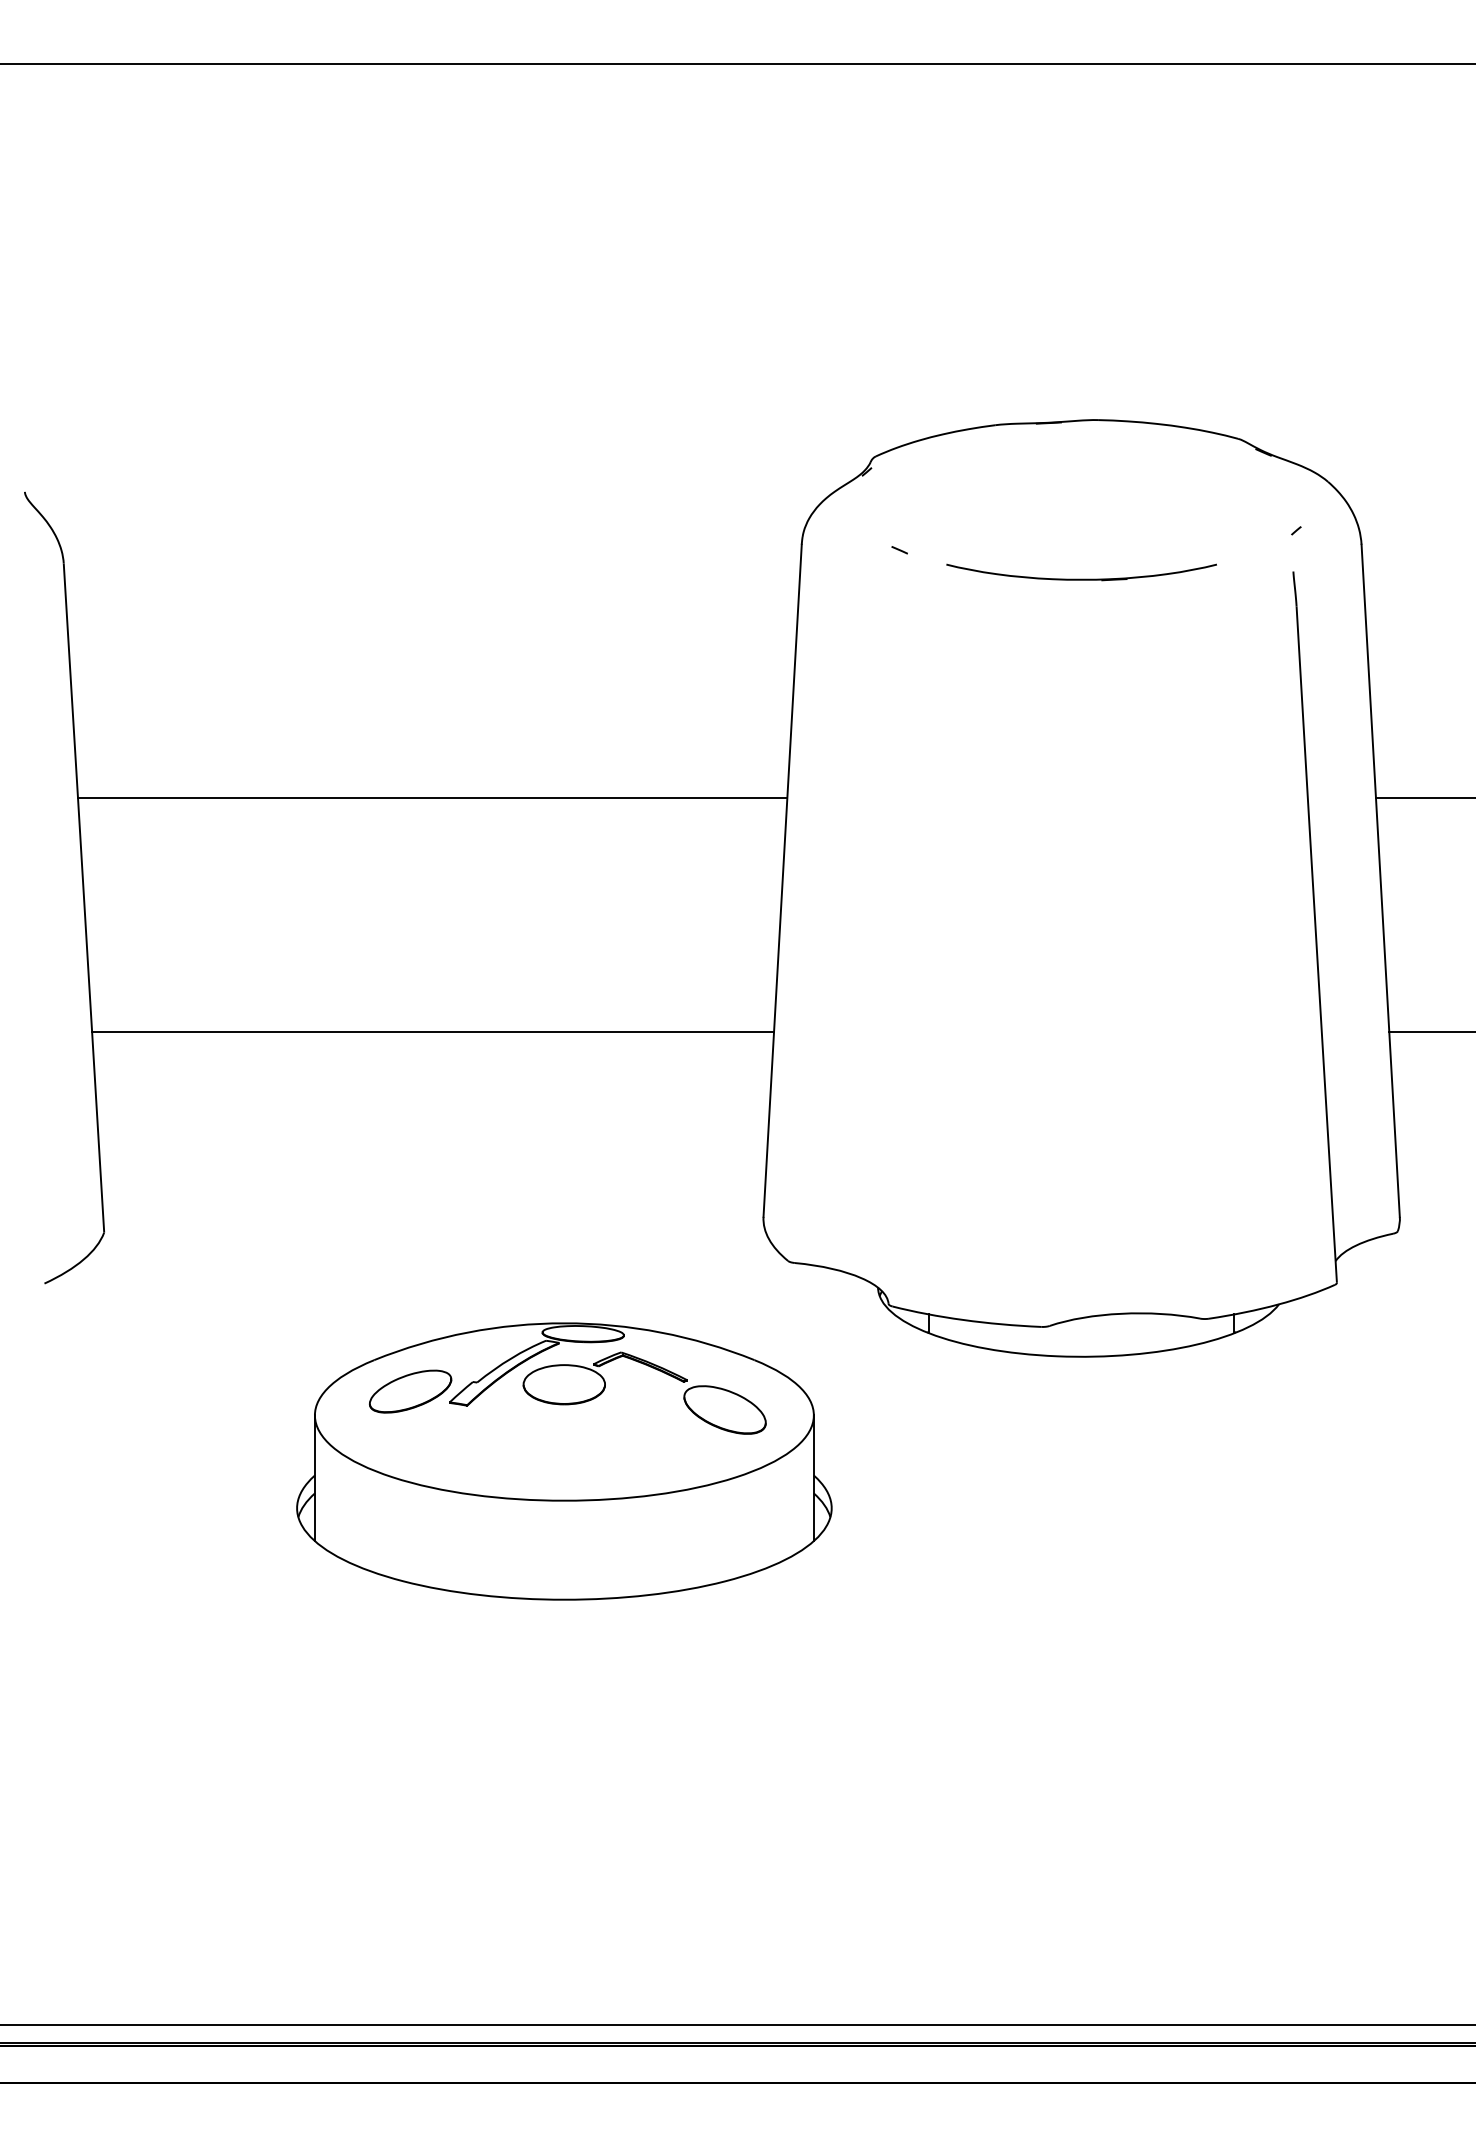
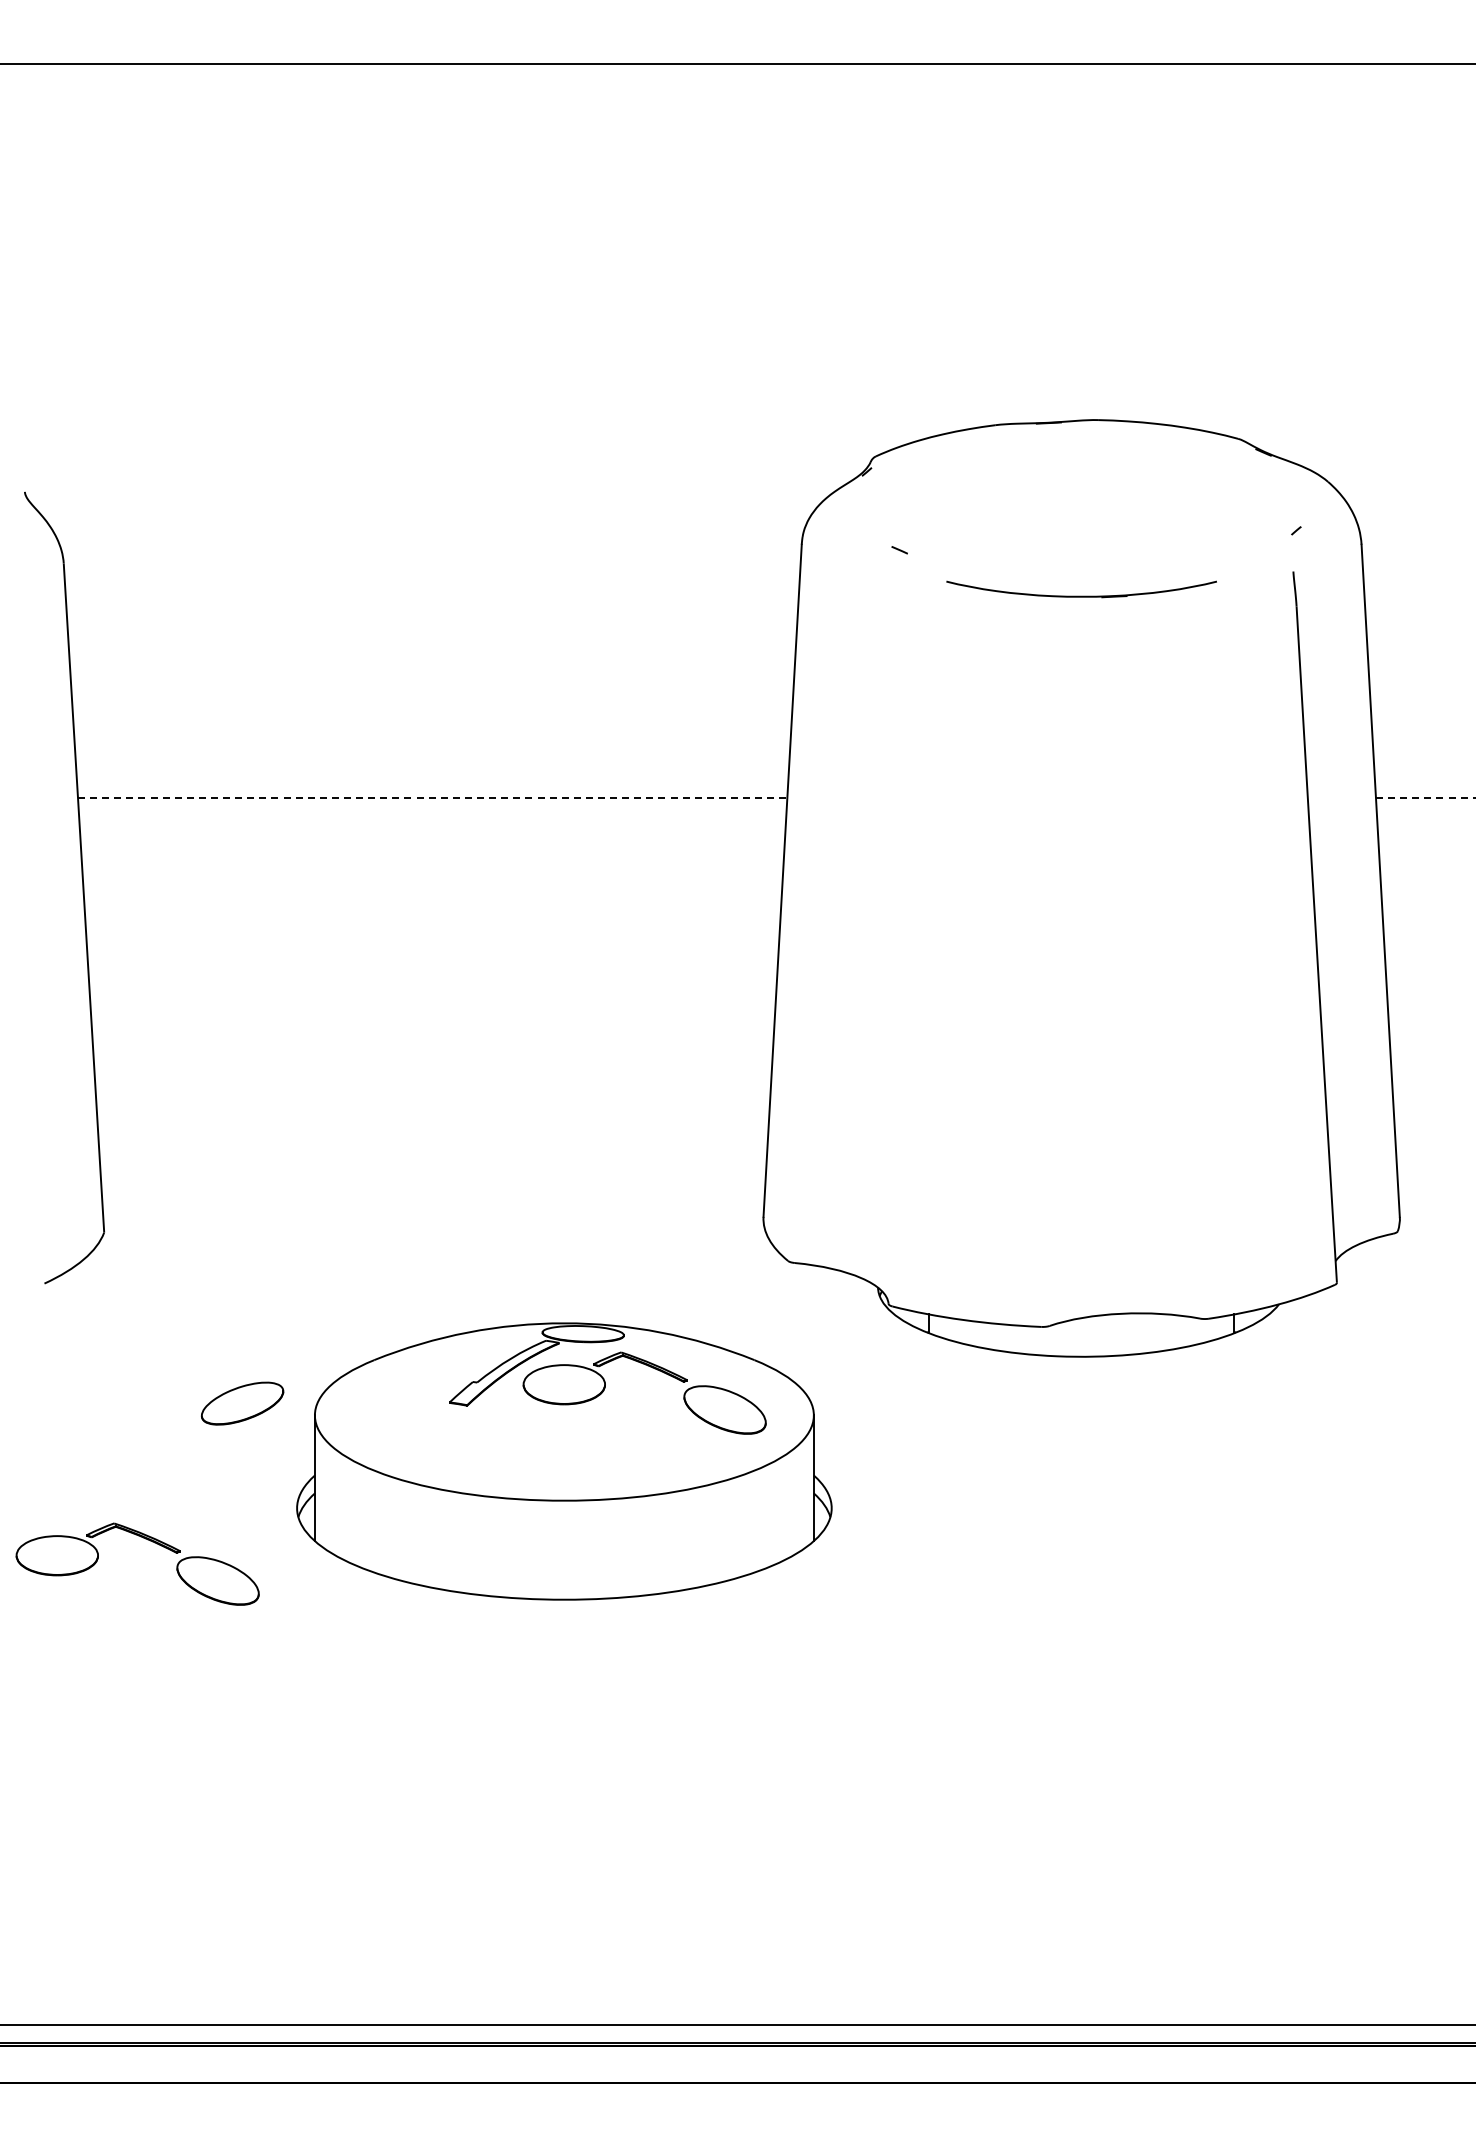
part at (1081, 572) position: (1081, 572) -> (1081, 589)
line at (432, 798): solid -> dashed
line at (1425, 798): solid -> dashed
line at (433, 1032): present -> none
line at (1430, 1032): present -> none
part at (410, 1391) position: (410, 1391) -> (242, 1403)
part at (147, 1540): none -> present
